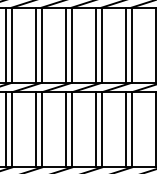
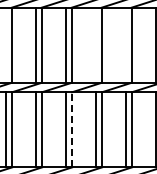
line at (6, 44): present -> none
line at (96, 44): present -> none
line at (125, 44): present -> none
line at (72, 129): solid -> dashed
